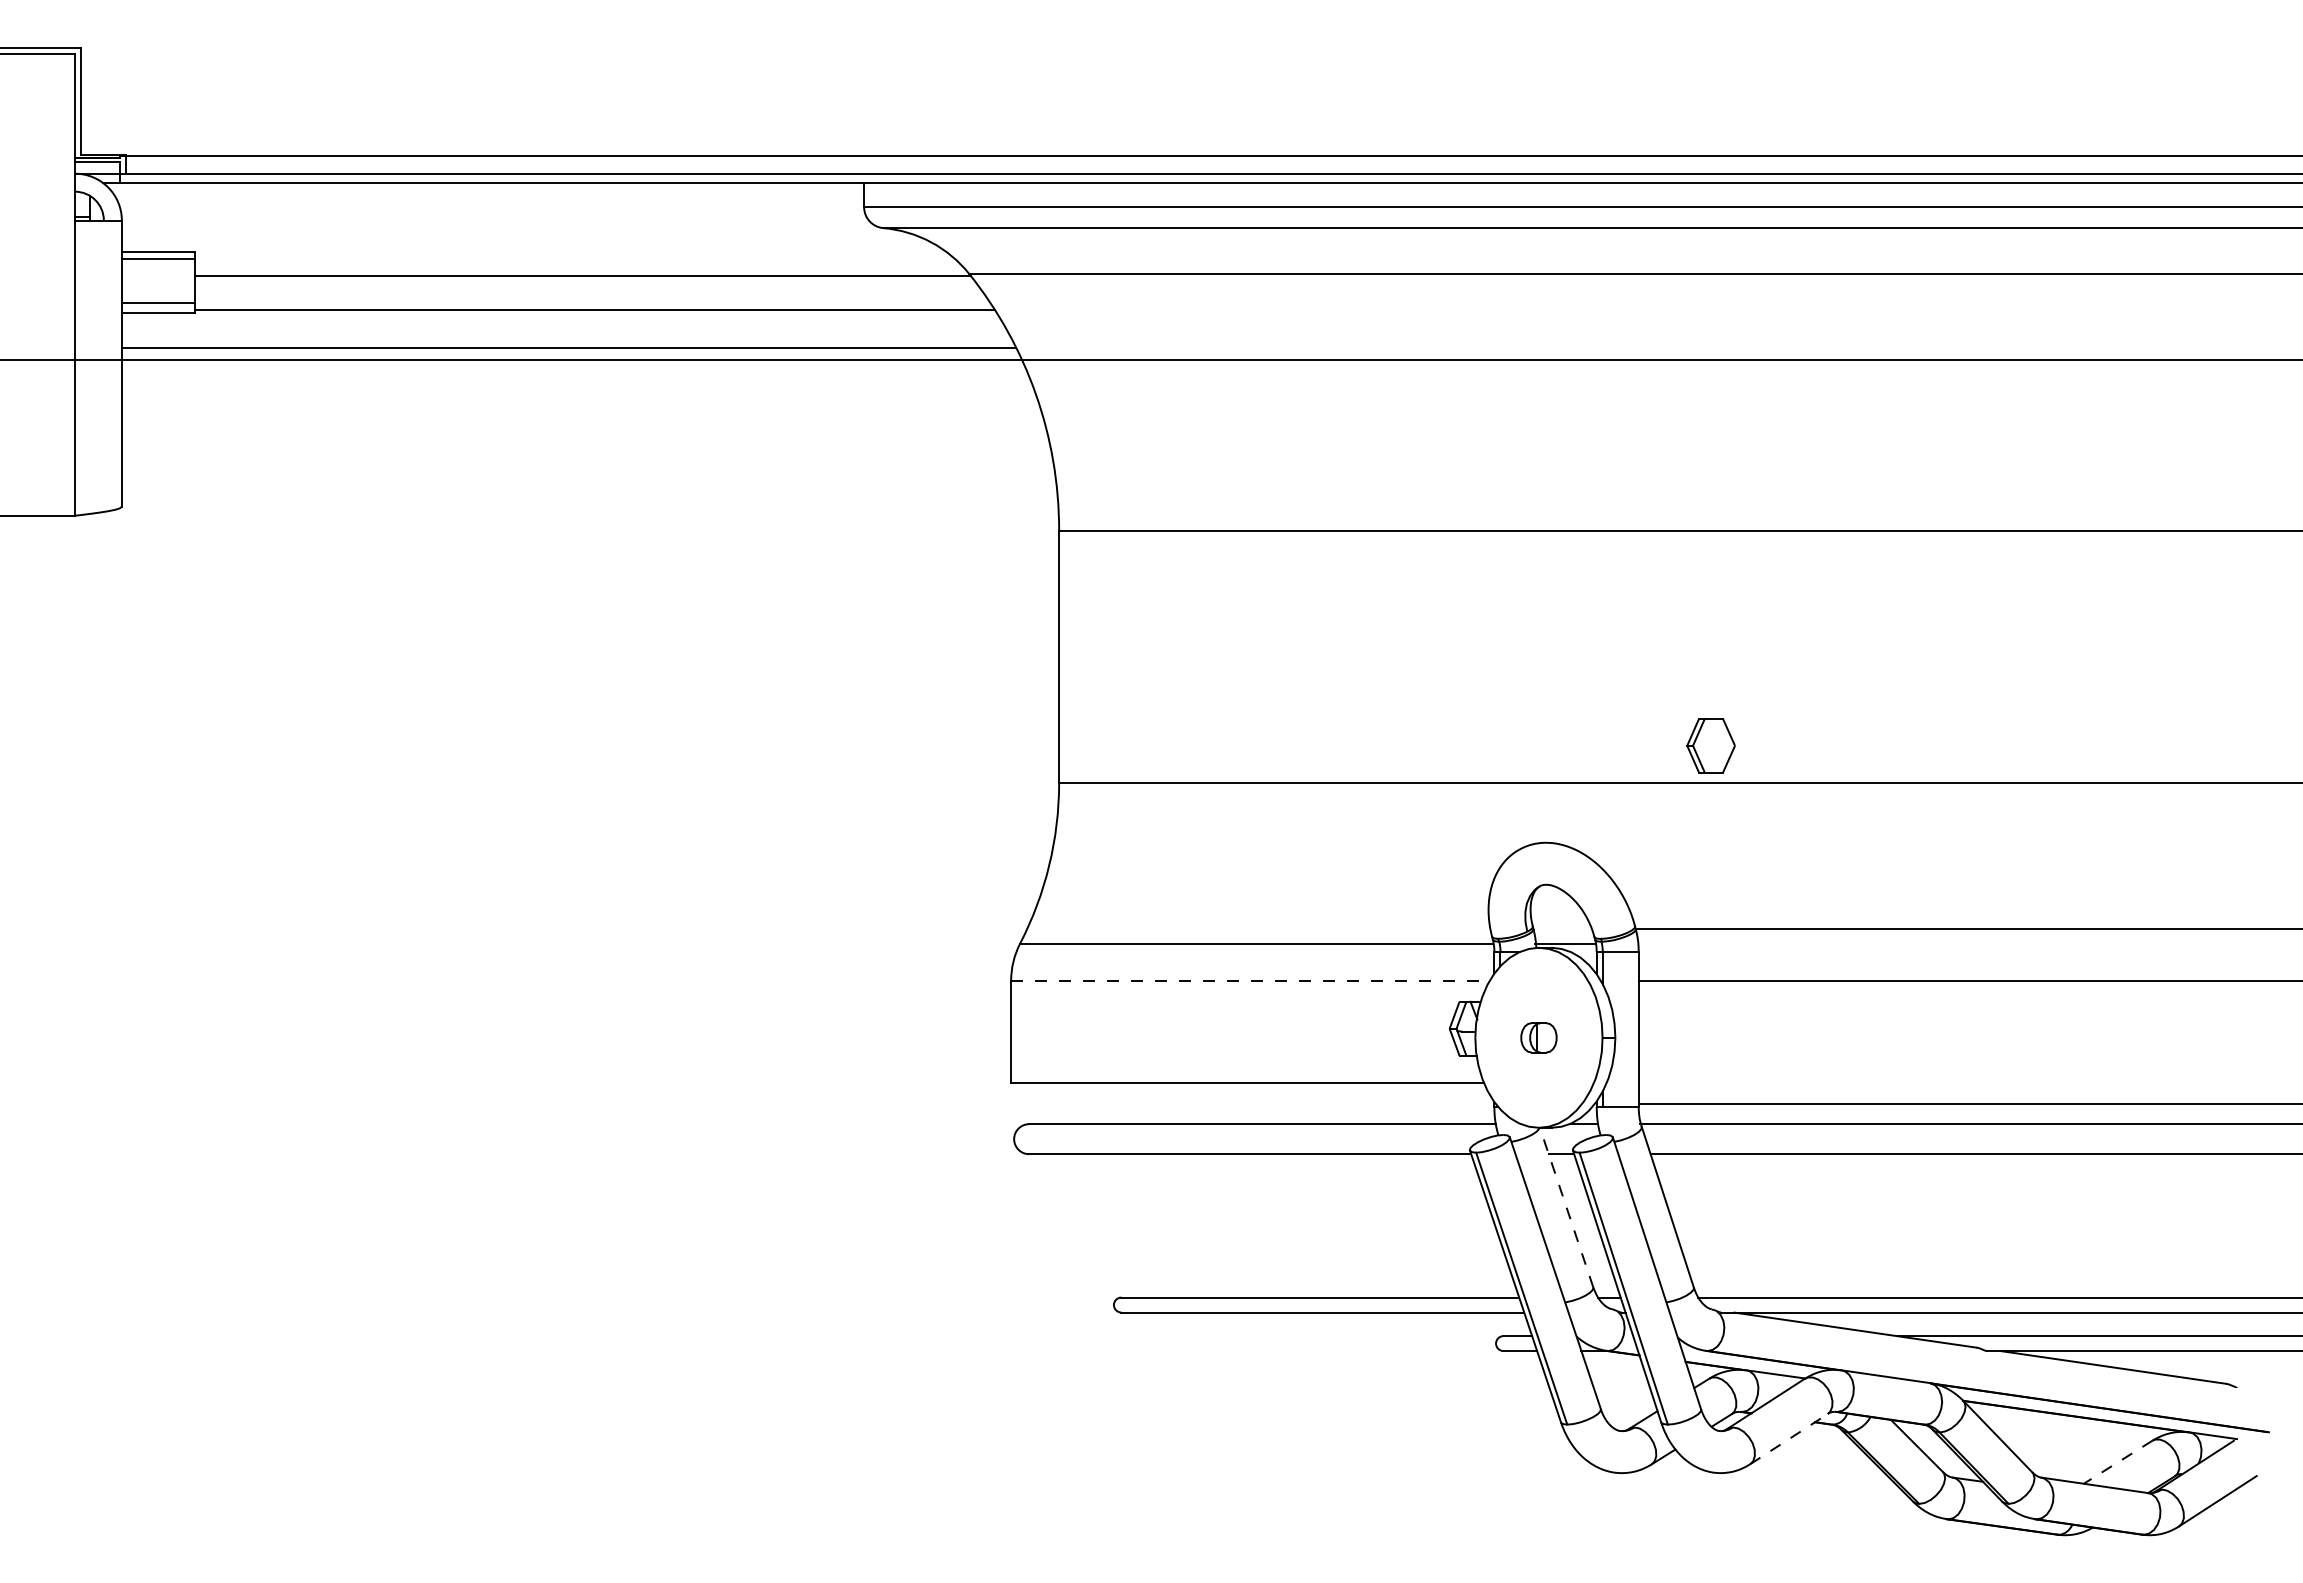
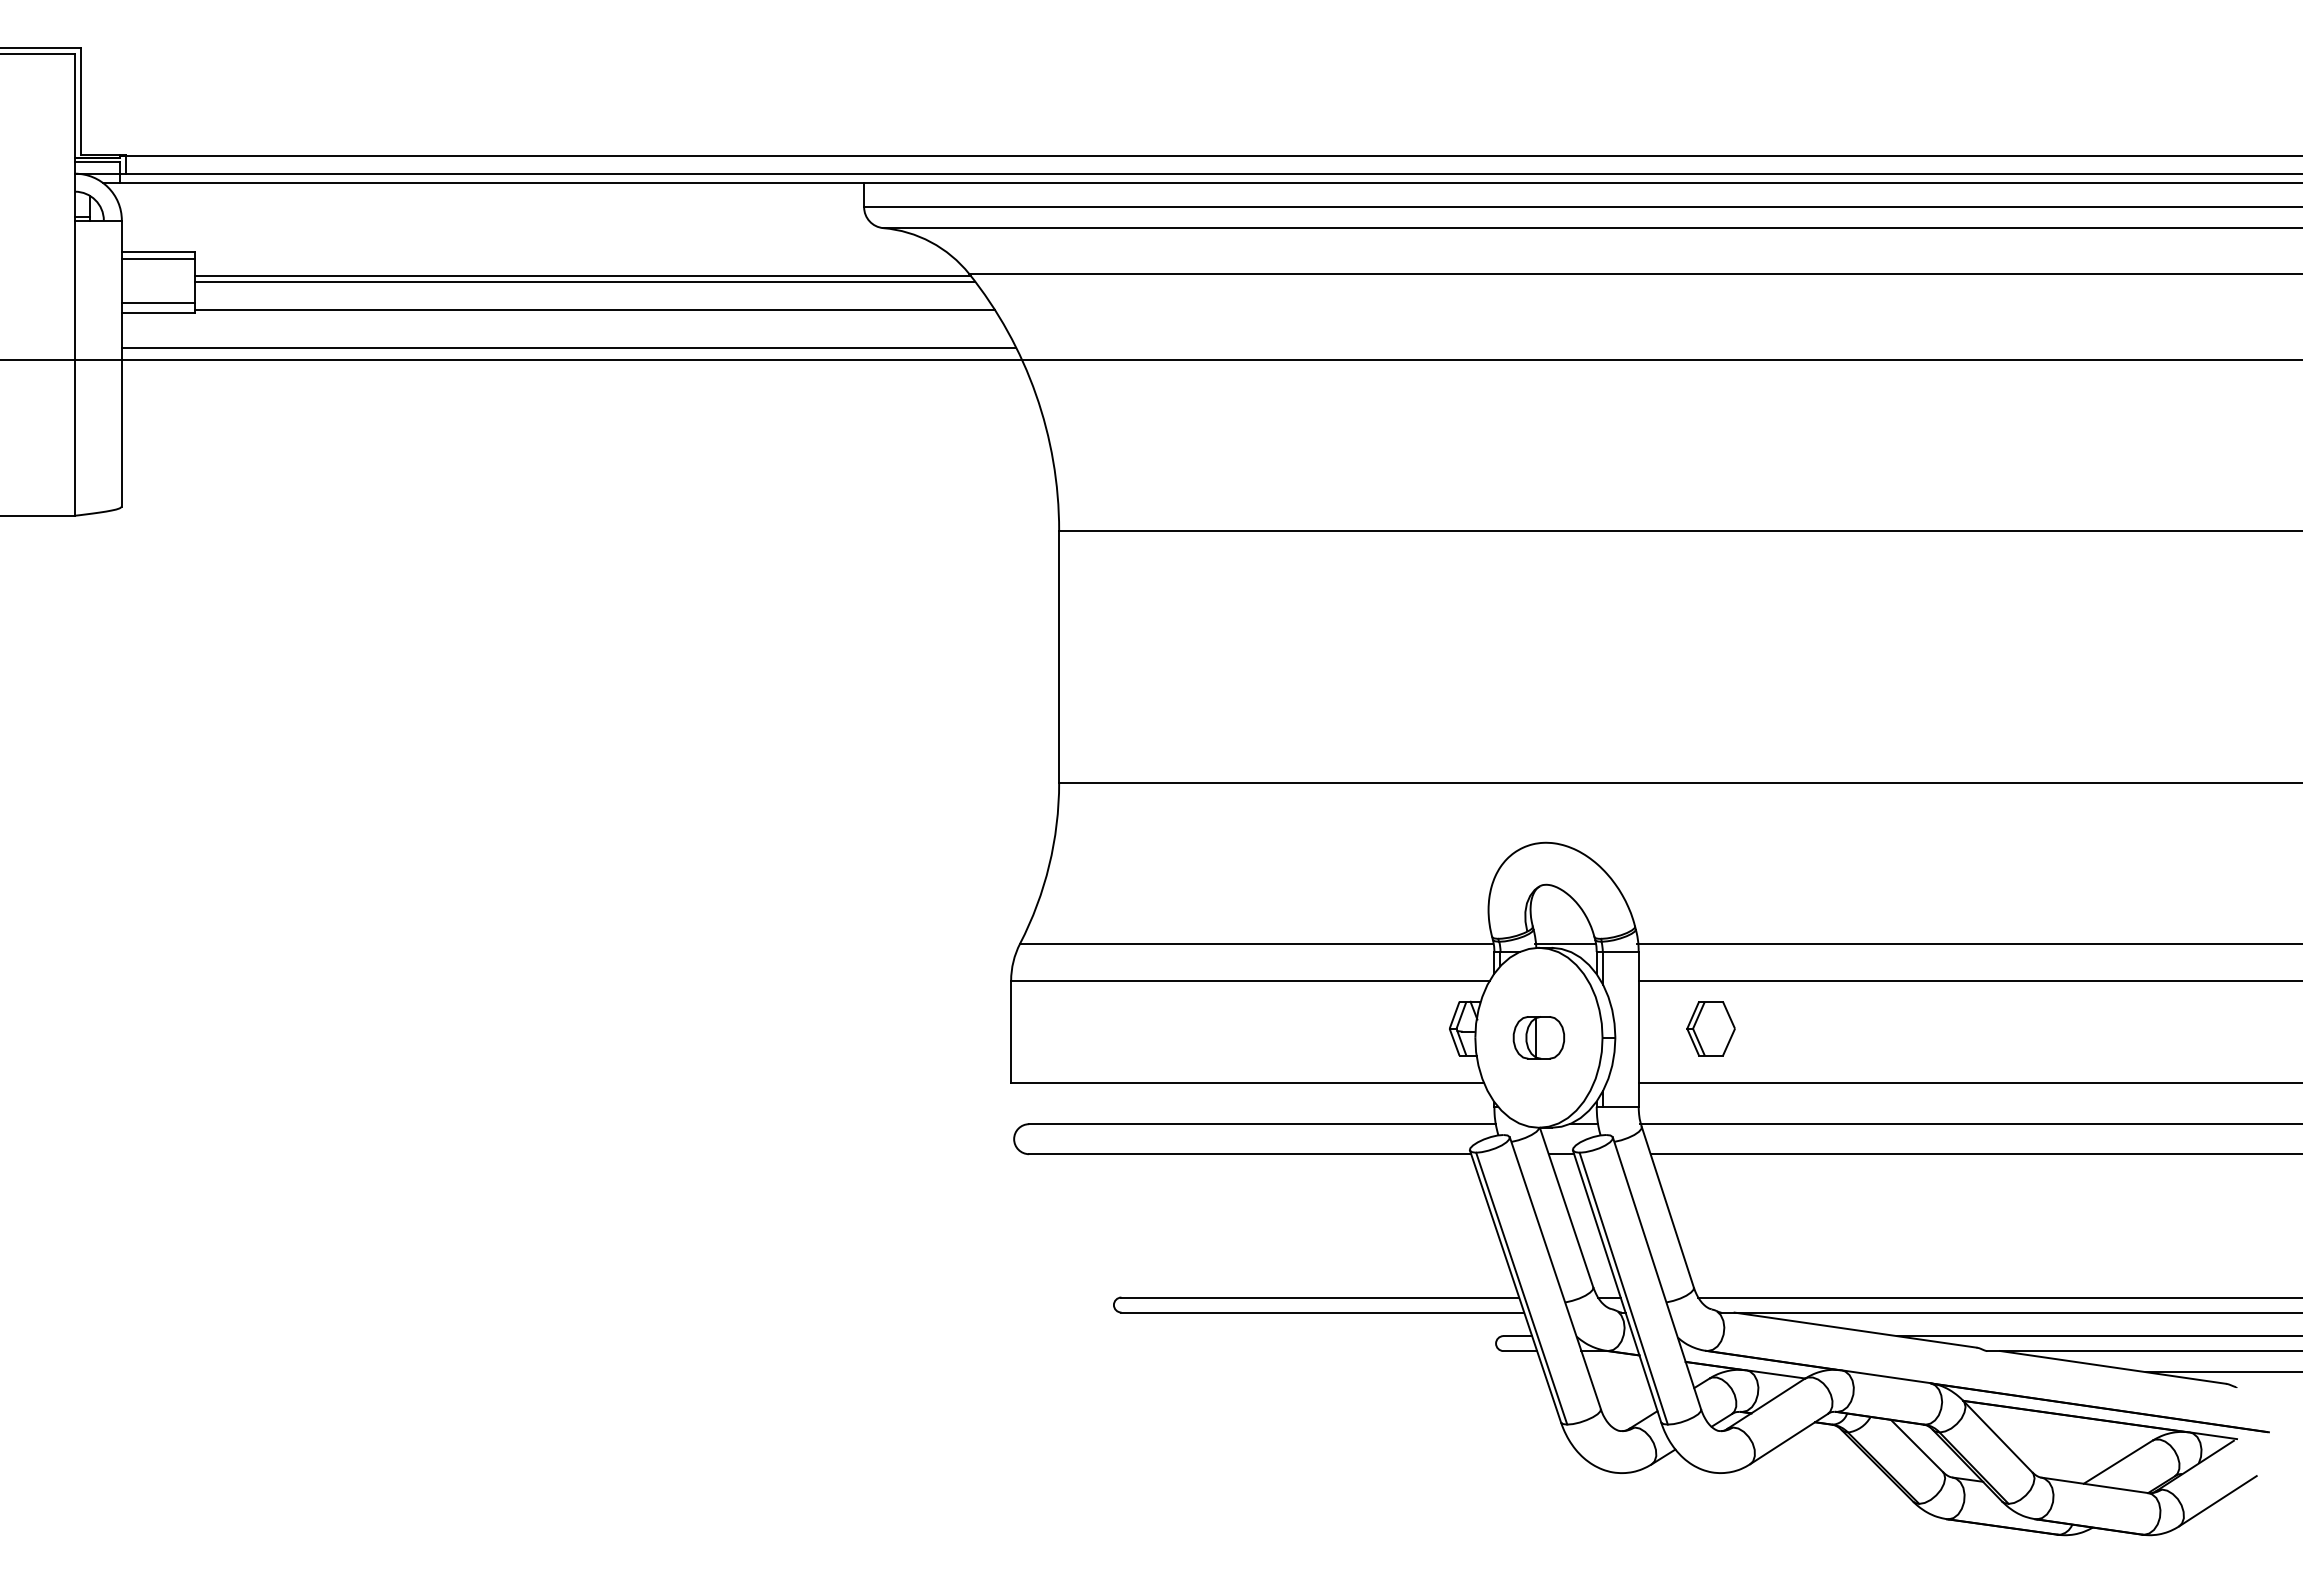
line at (585, 281): none -> present
part at (1710, 745) position: (1710, 745) -> (1710, 1028)
line at (1968, 928) position: (1968, 928) -> (1968, 943)
line at (1250, 980): dashed -> solid
part at (1538, 1037) size: 38x32 px -> 54x44 px
line at (1968, 1103) position: (1968, 1103) -> (1968, 1082)
line at (1566, 1207): dashed -> solid
line at (2222, 1372): none -> present
line at (1789, 1438): dashed -> solid
line at (2118, 1462): dashed -> solid
